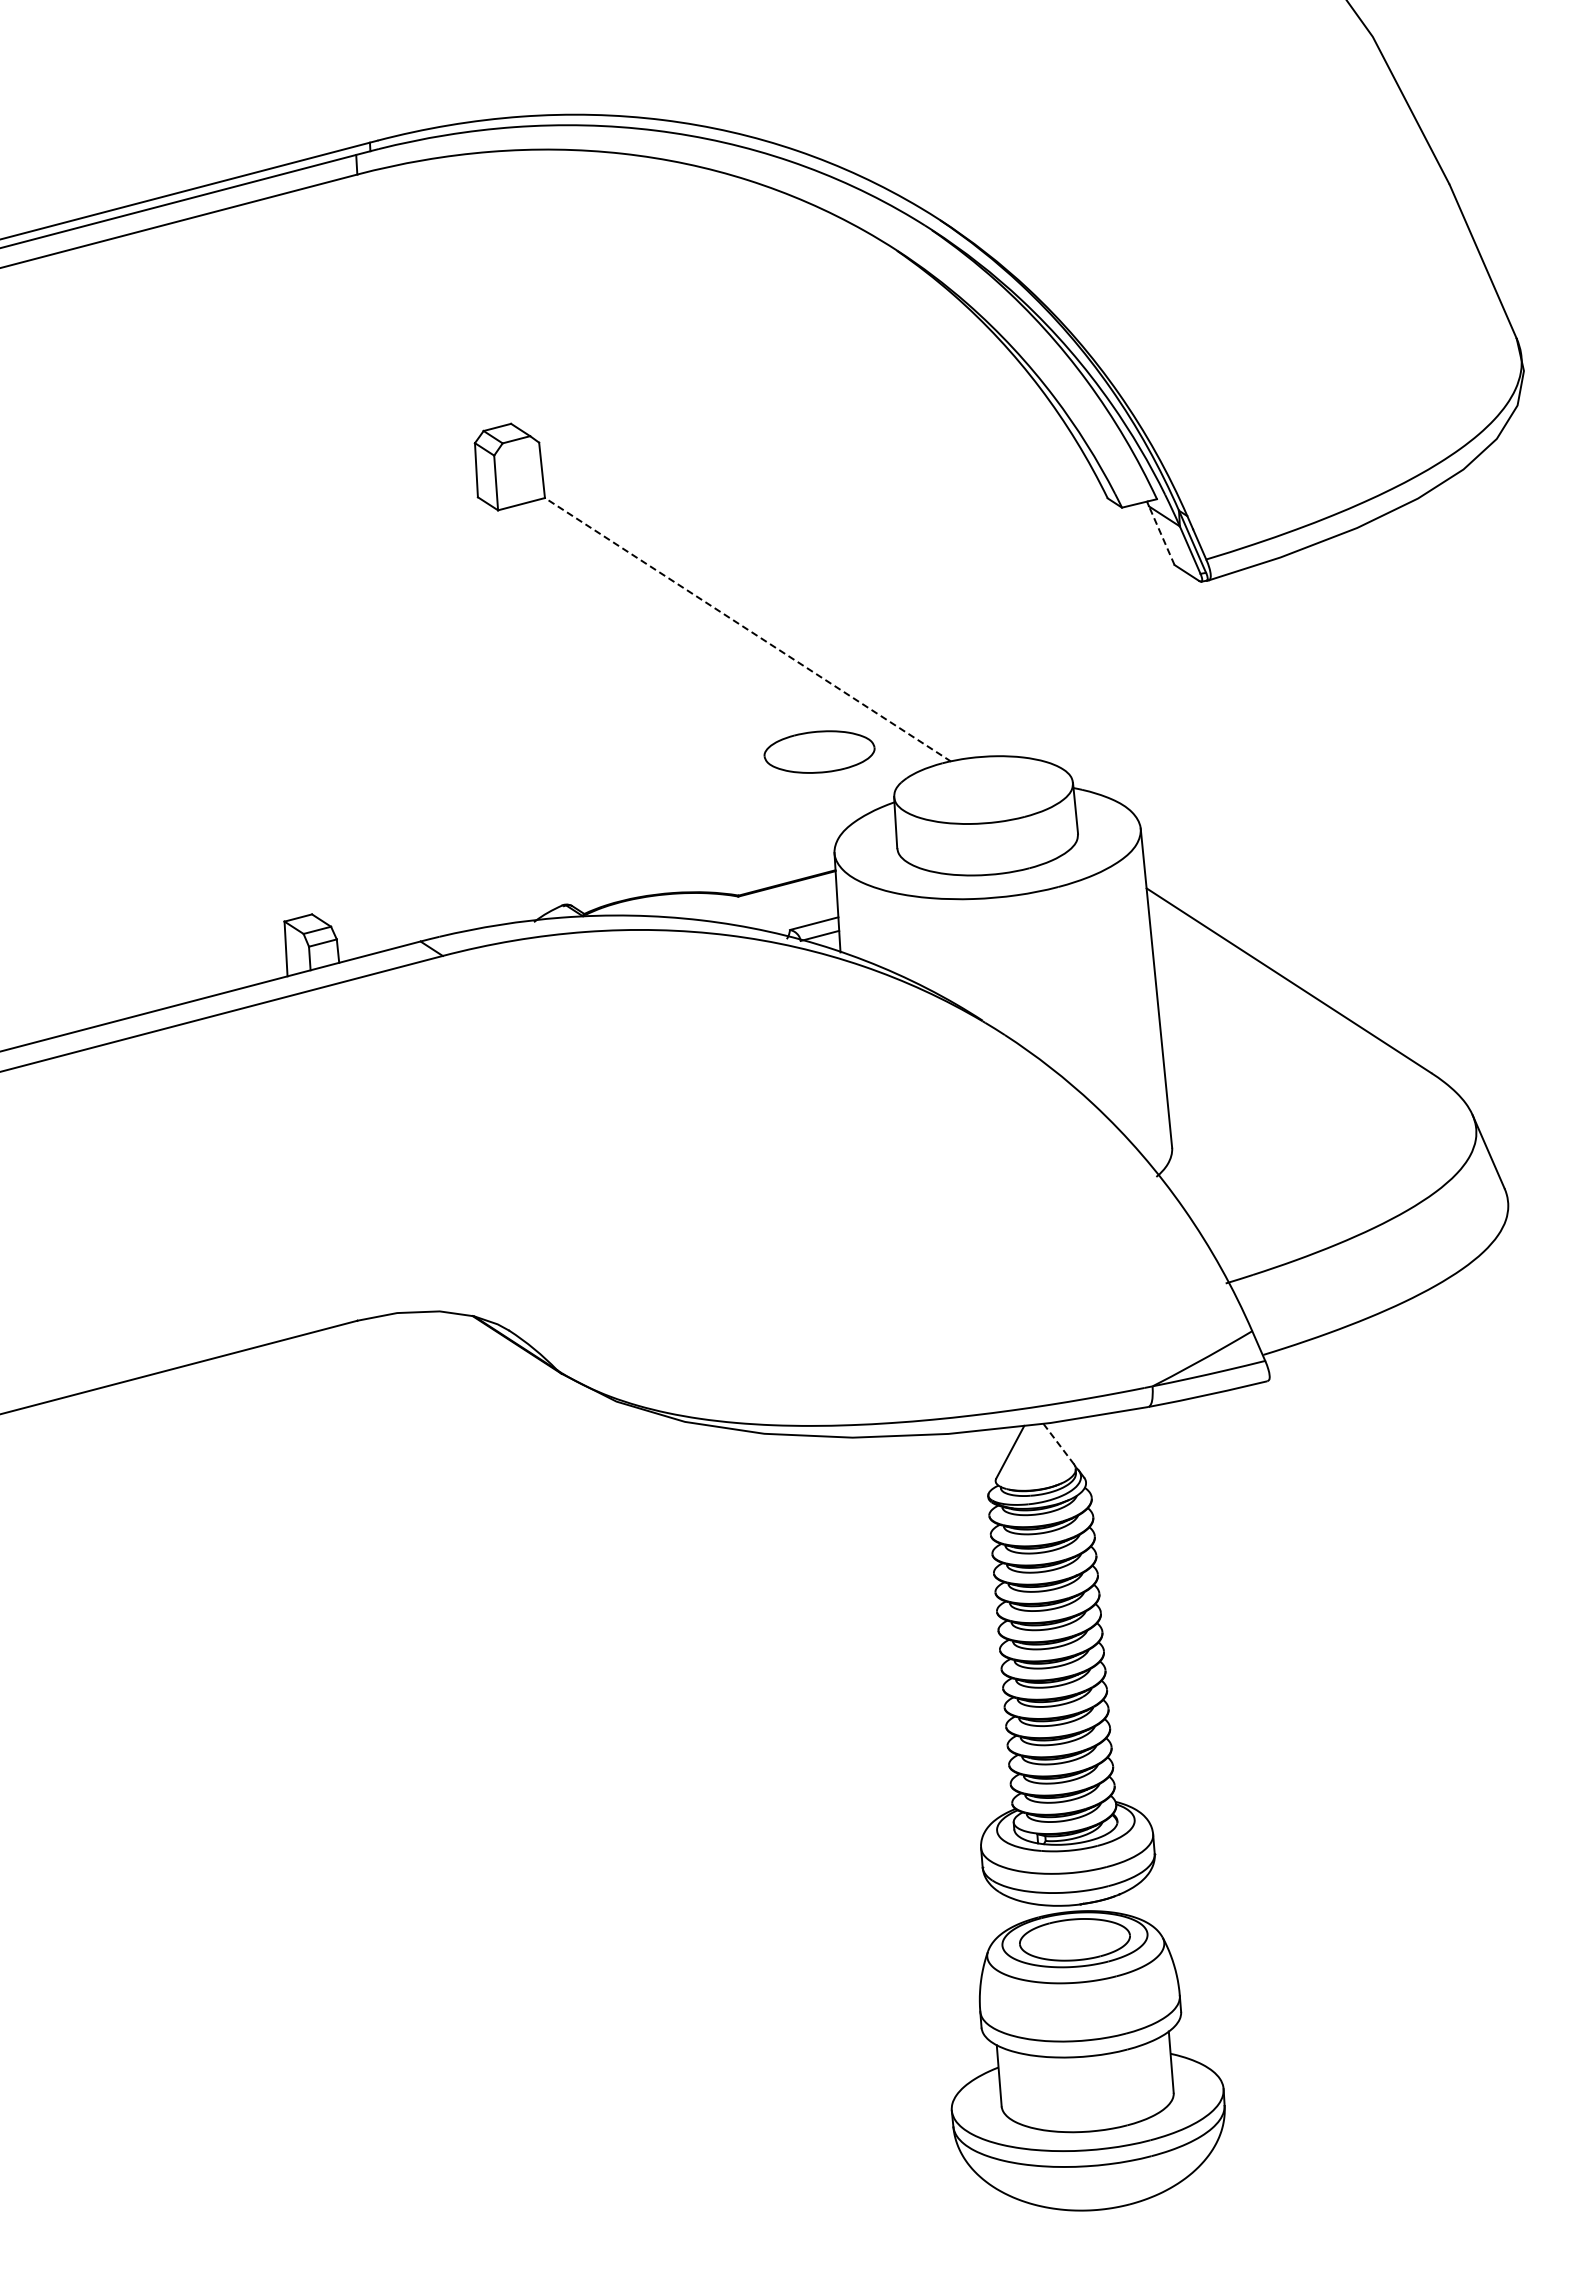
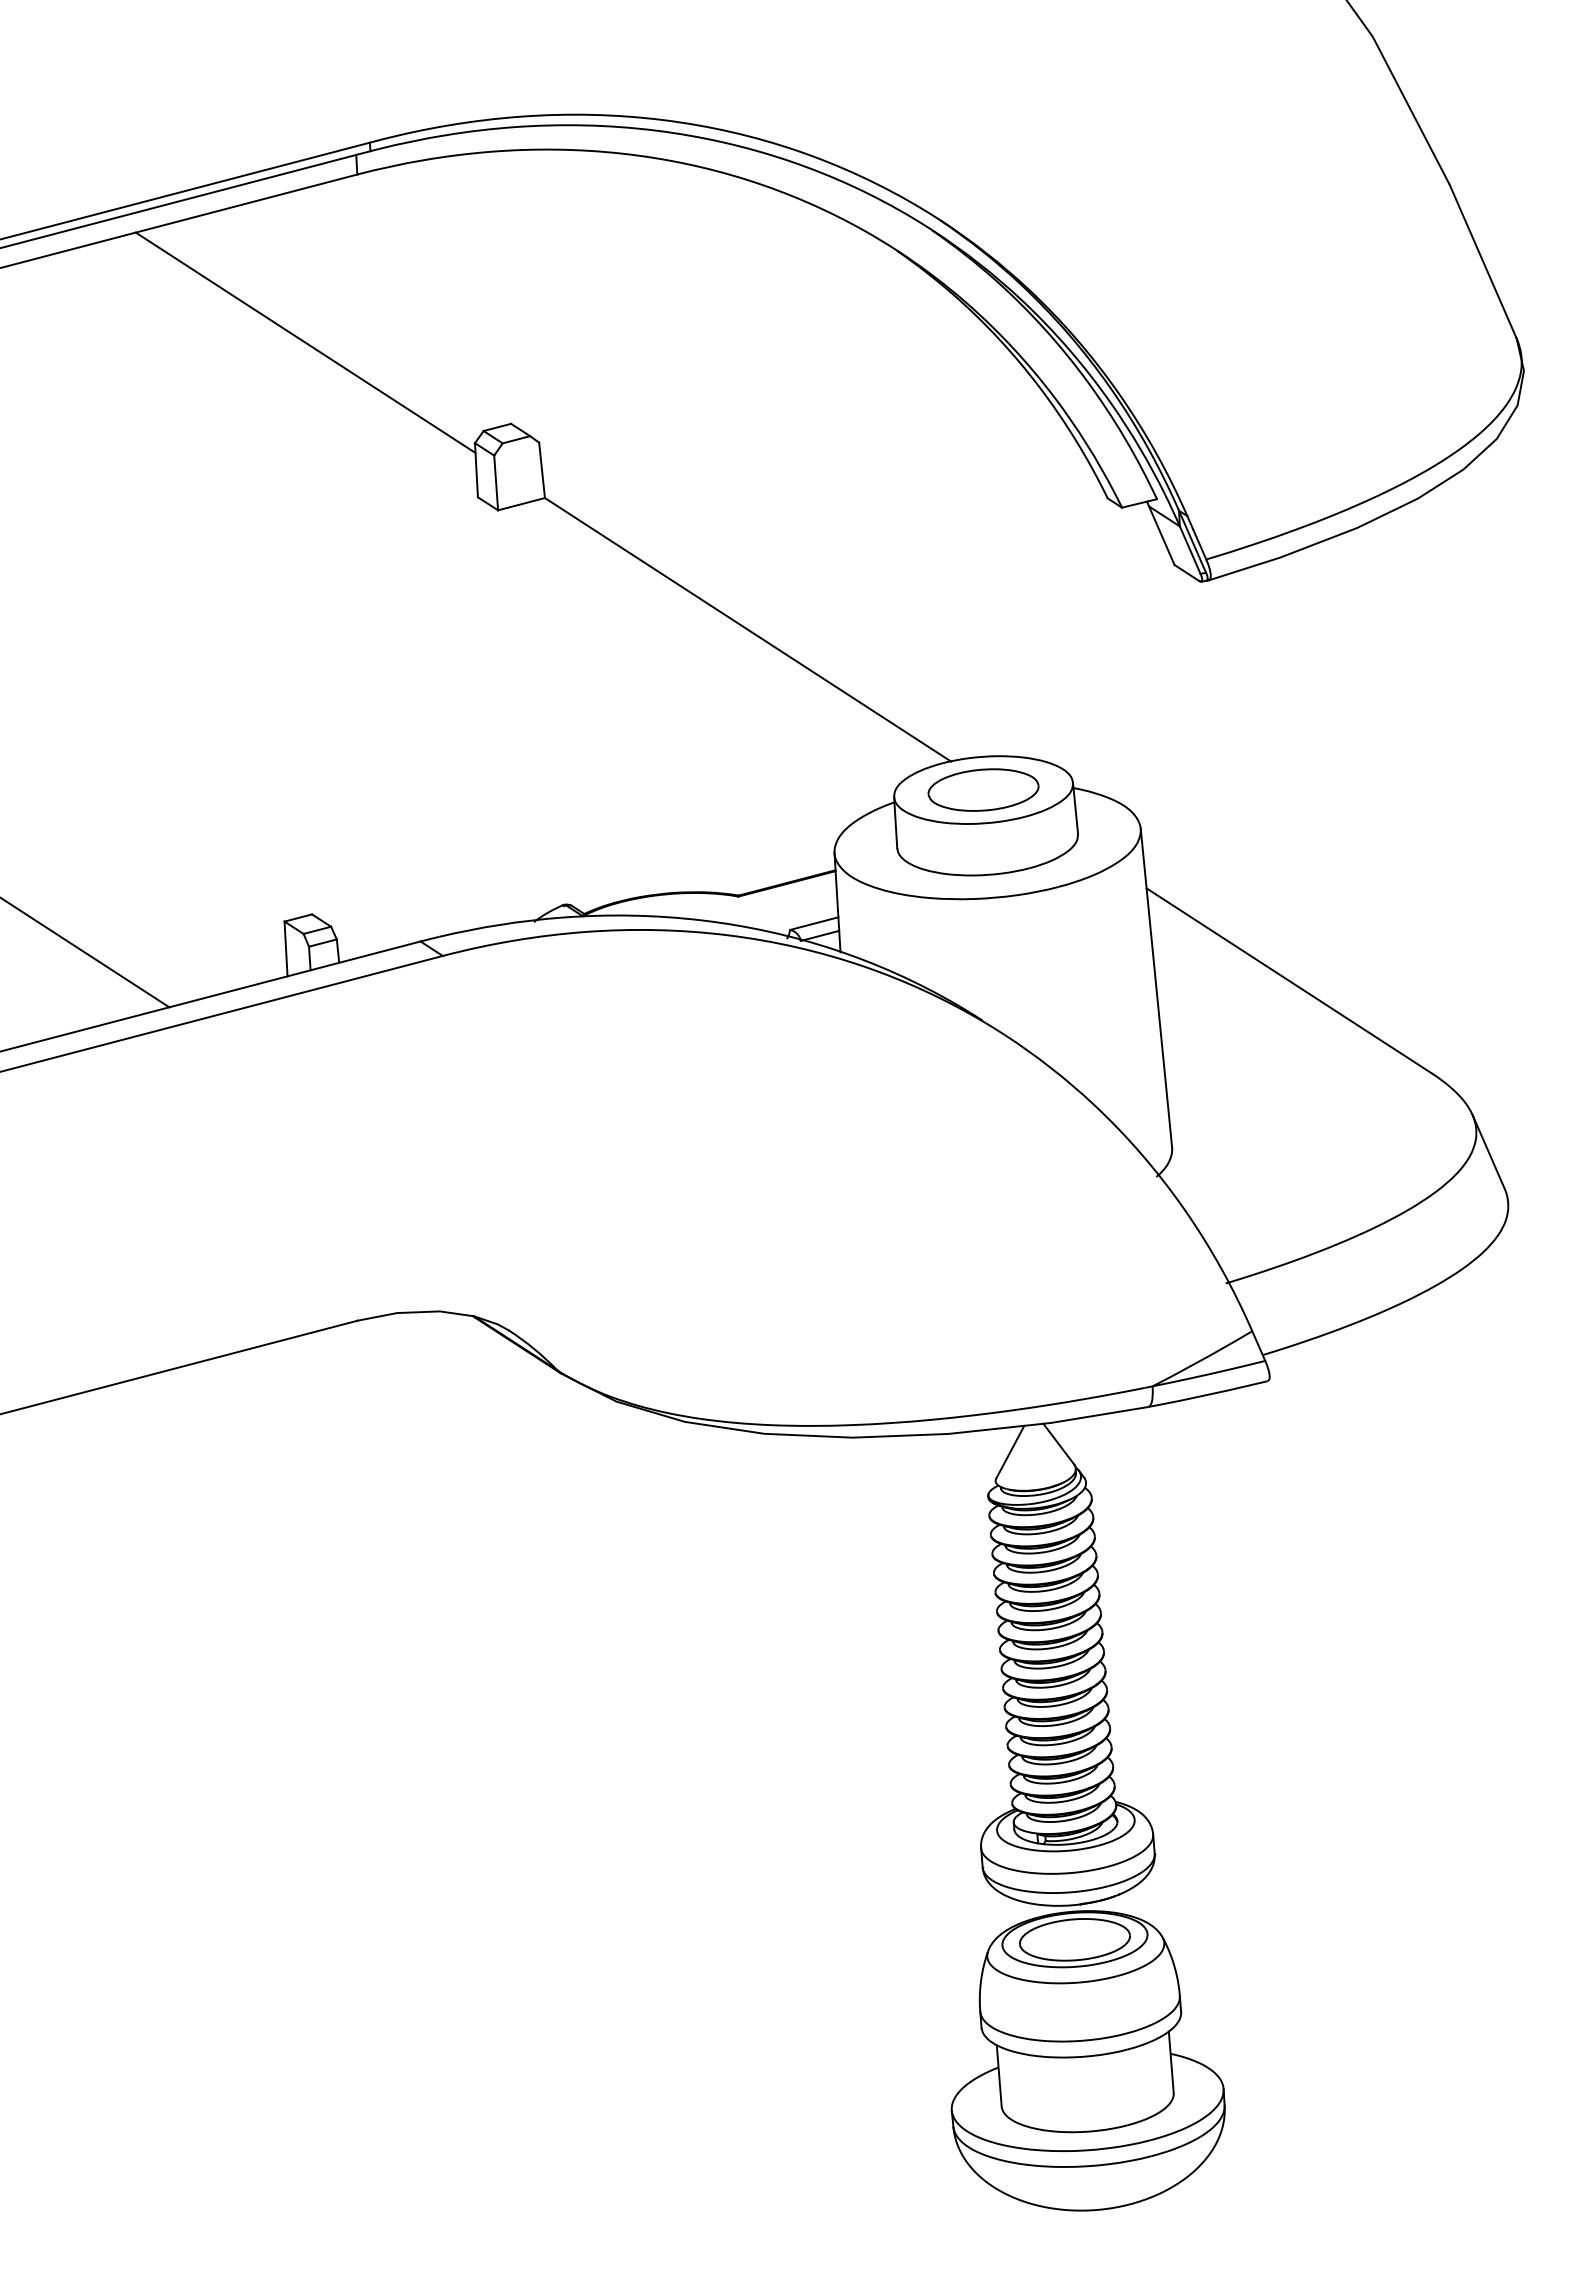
line at (305, 342): none -> present
line at (1161, 535): dashed -> solid
line at (747, 629): dashed -> solid
part at (819, 751) position: (819, 751) -> (983, 789)
line at (85, 952): none -> present
line at (1058, 1444): dashed -> solid
